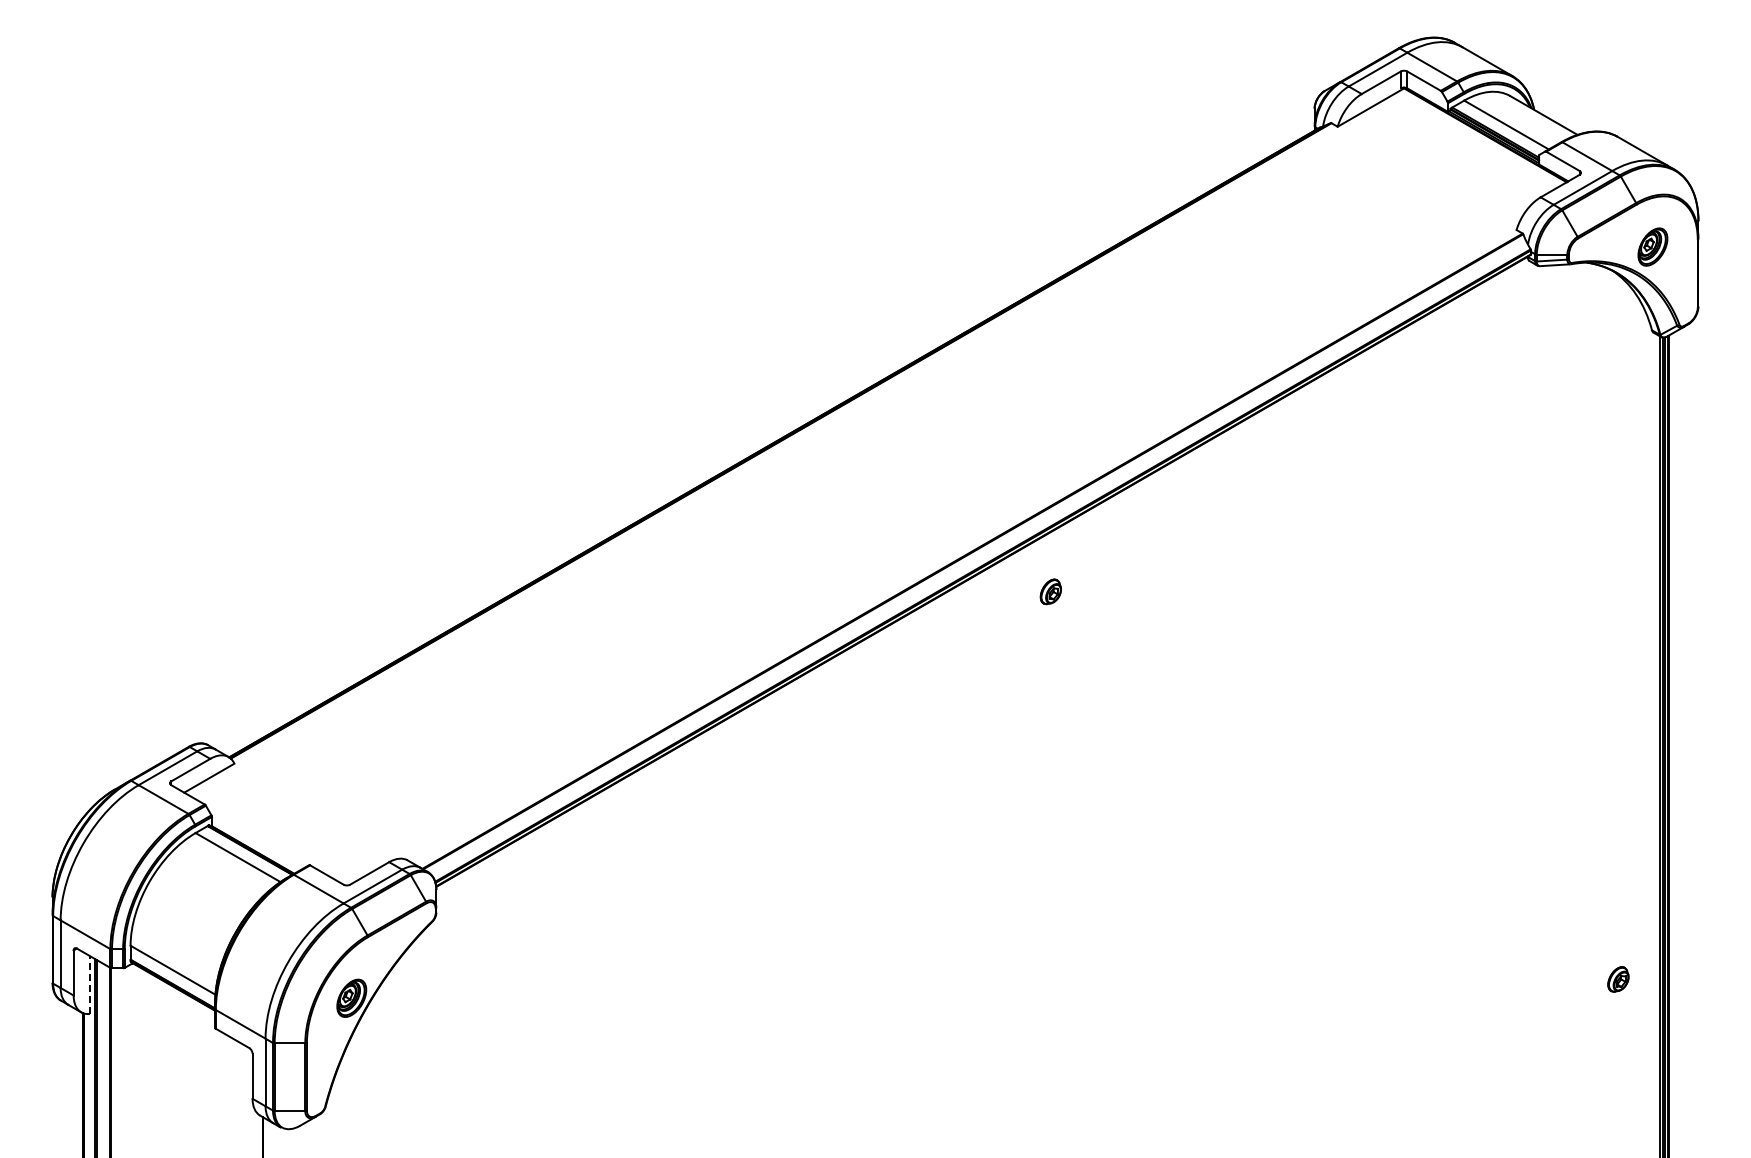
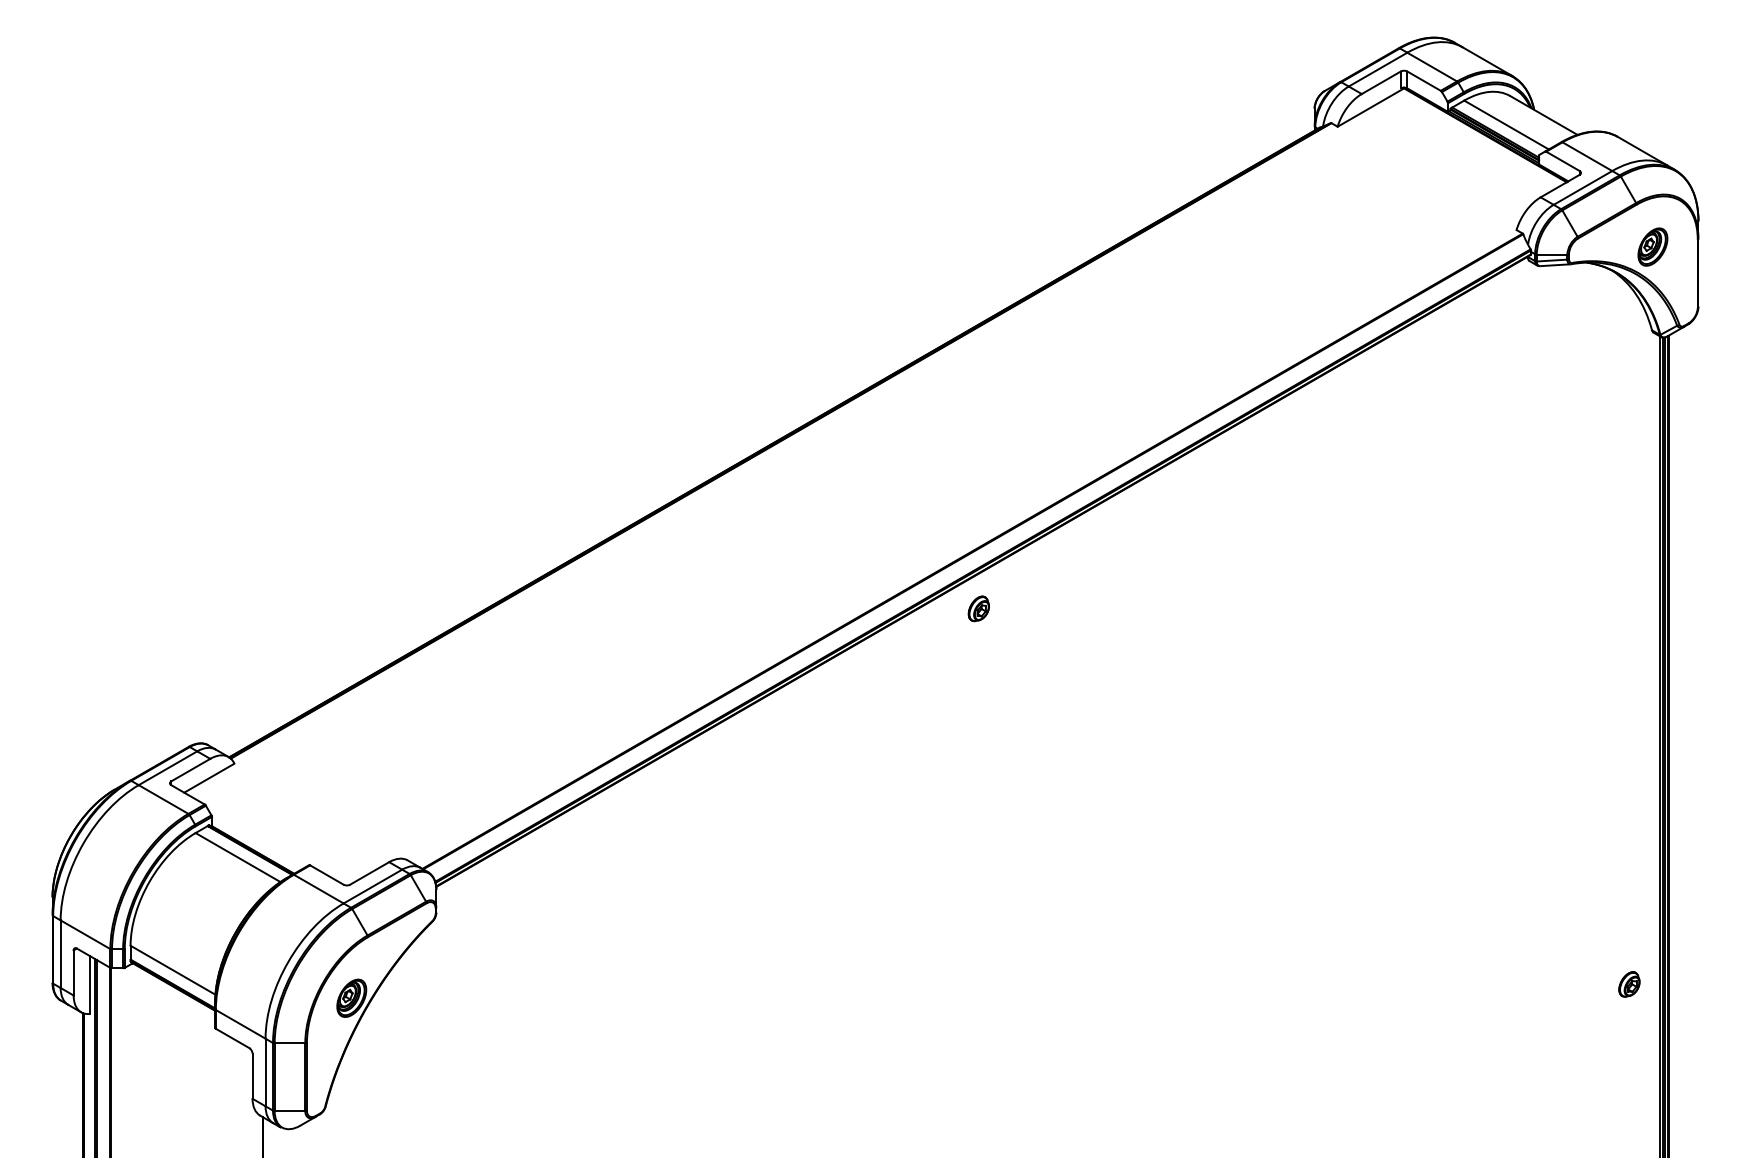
part at (1050, 591) position: (1050, 591) -> (978, 608)
part at (1618, 979) position: (1618, 979) -> (1629, 984)
line at (89, 985): dashed -> solid
